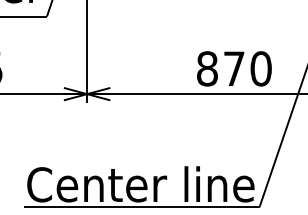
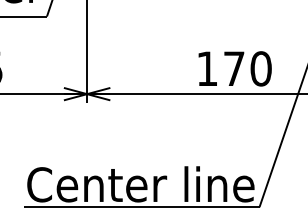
text at (207, 68): 870 -> 170
